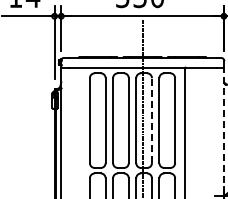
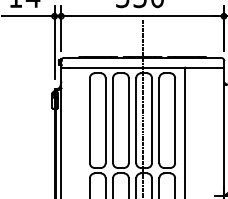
line at (151, 120): dashed -> solid
line at (223, 133): dashed -> solid
